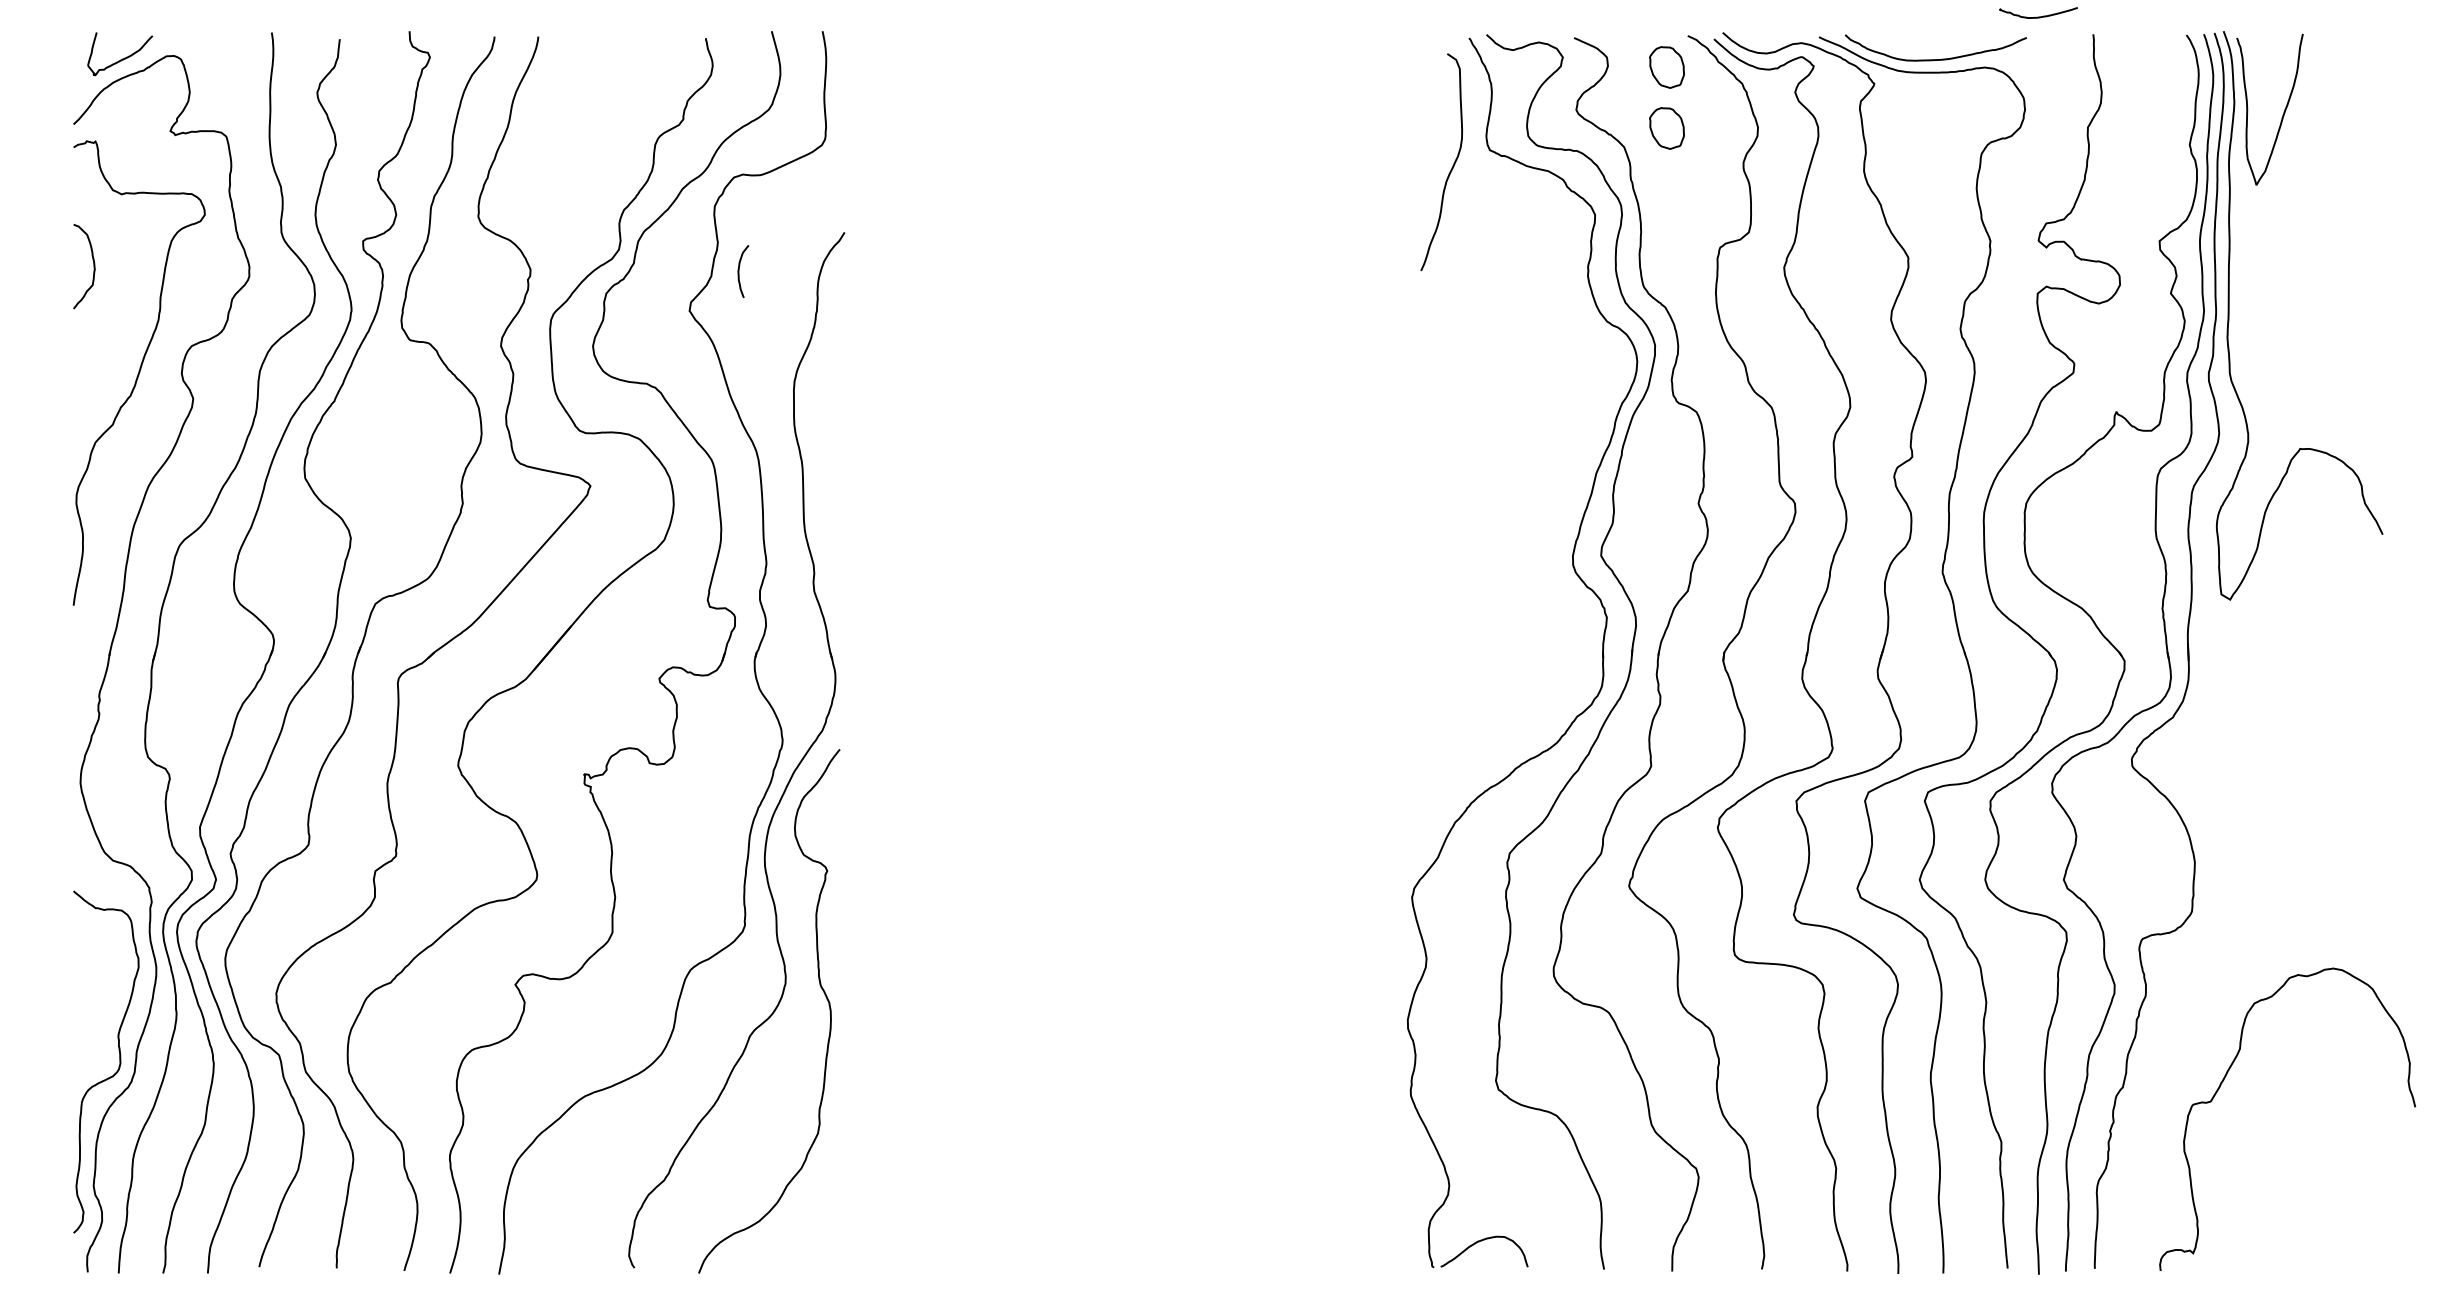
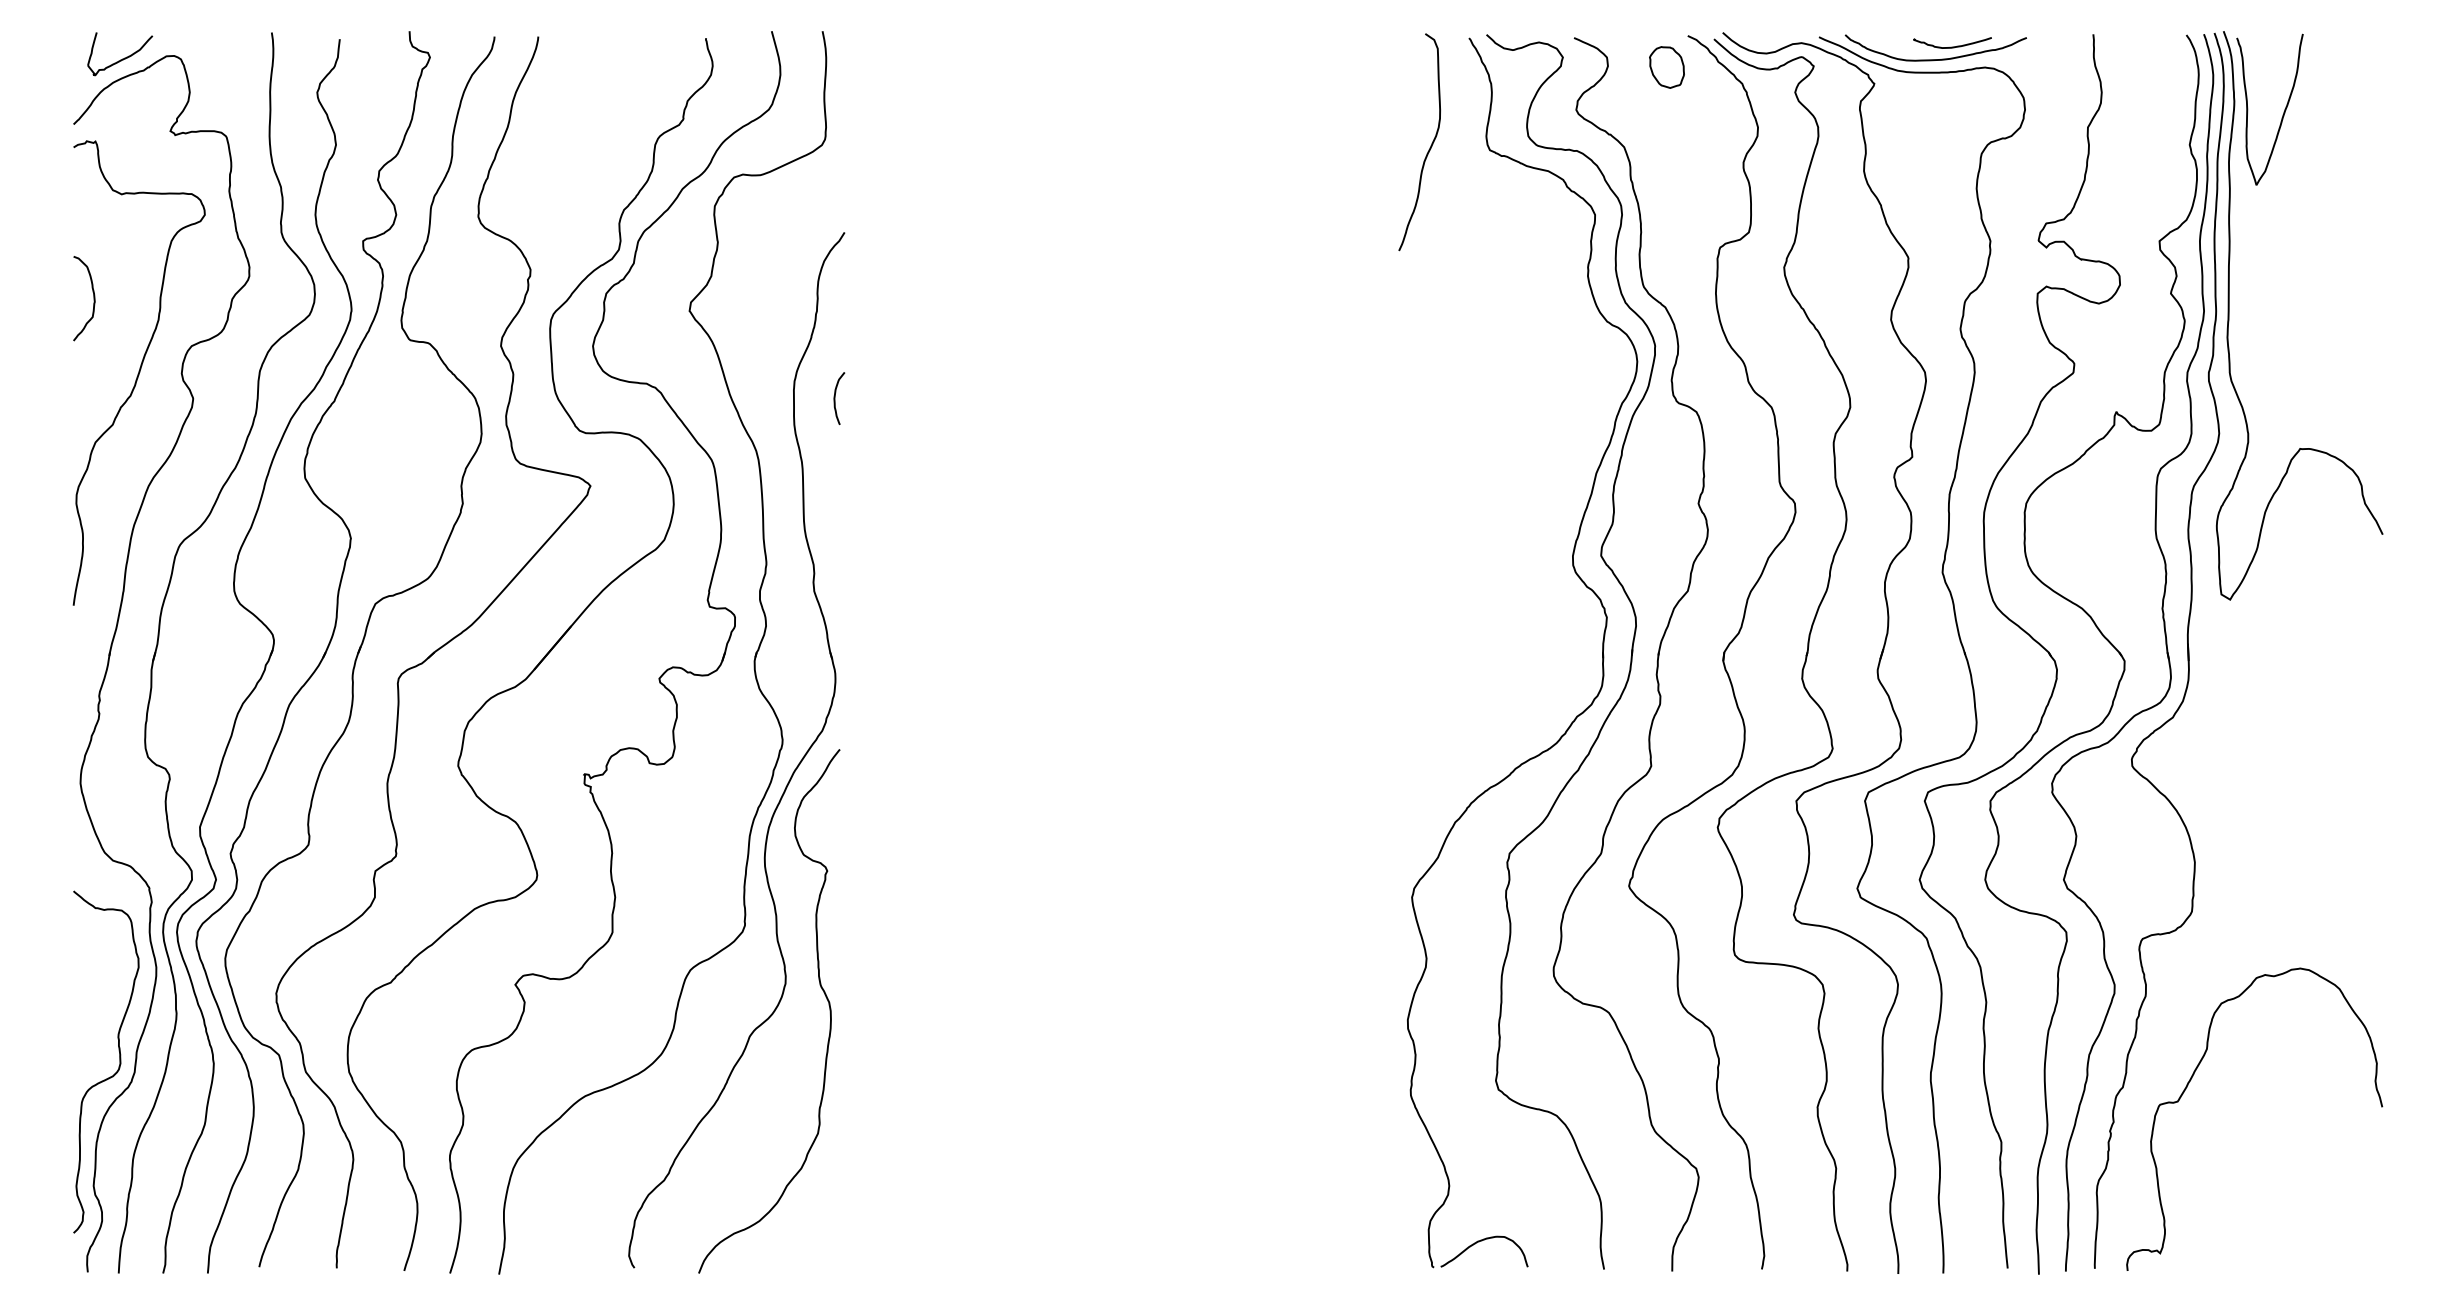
curve at (2038, 16) position: (2038, 16) -> (1952, 46)
part at (1666, 128): present -> none
curve at (1451, 167) position: (1451, 167) -> (1429, 147)
curve at (93, 266) position: (93, 266) -> (93, 298)
curve at (739, 271) position: (739, 271) -> (835, 398)
curve at (2224, 1080) position: (2224, 1080) -> (2191, 1080)
